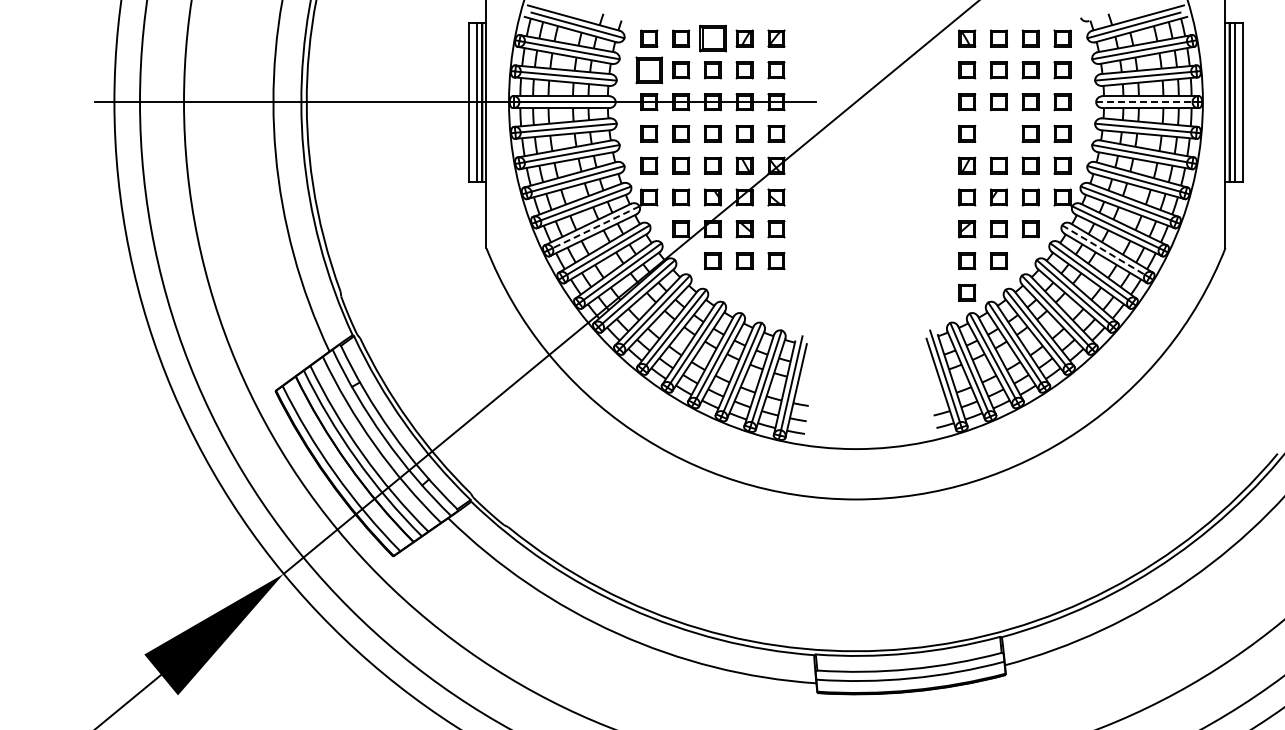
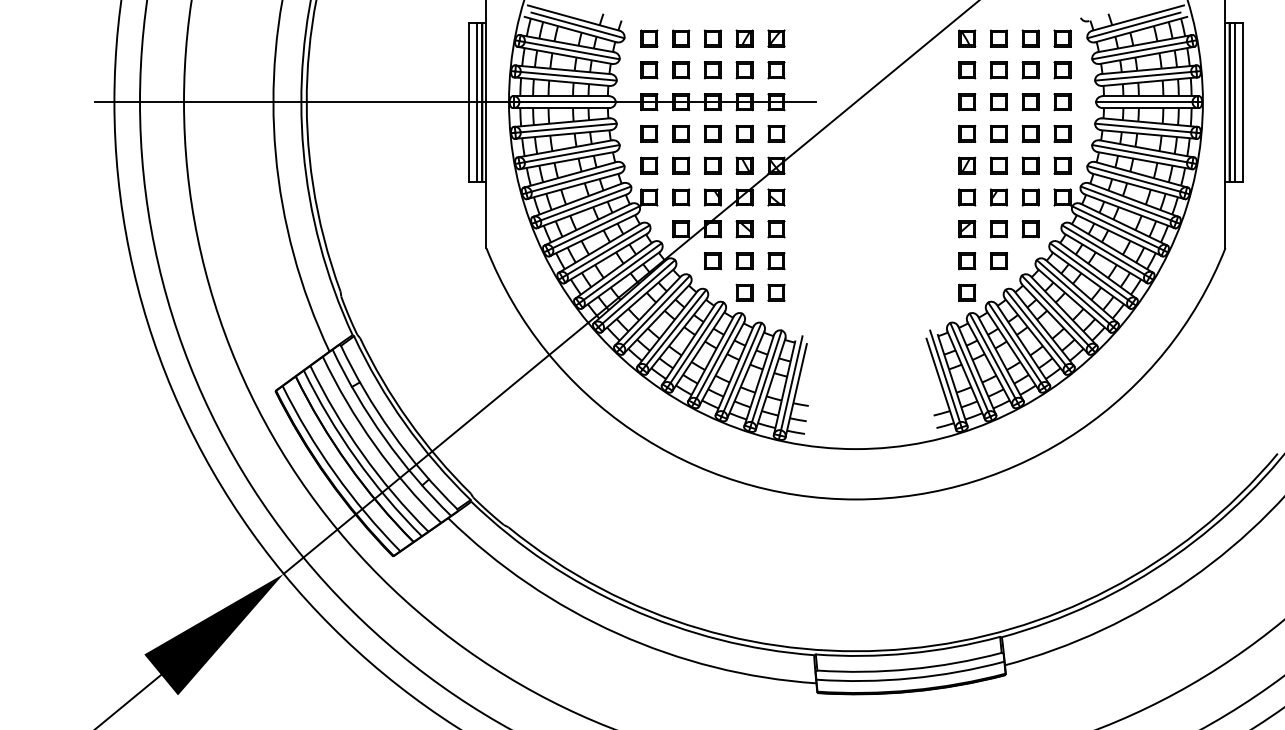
part at (712, 38) size: 28x29 px -> 19x19 px
part at (649, 70) size: 29x29 px -> 19x19 px
line at (1144, 102): dashed -> solid
part at (998, 133): none -> present
line at (595, 227): dashed -> solid
line at (1103, 250): dashed -> solid
part at (744, 292): none -> present
part at (776, 292): none -> present
